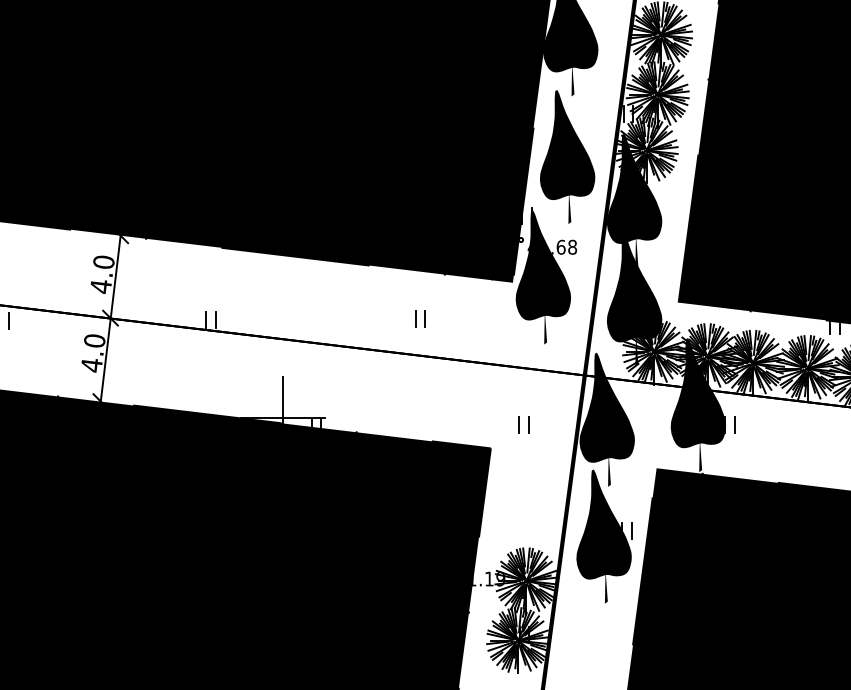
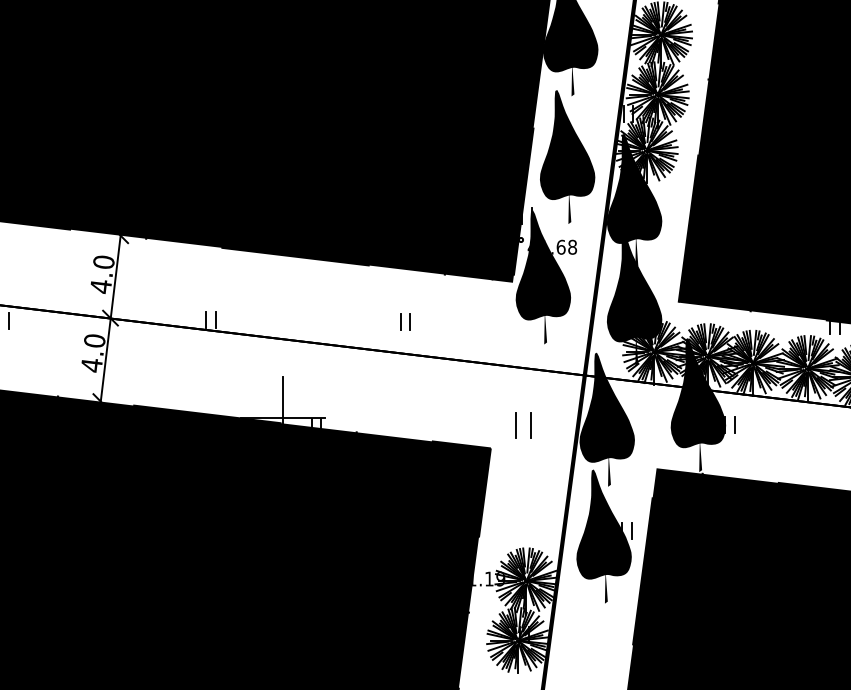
part at (420, 318) position: (420, 318) -> (405, 321)
part at (523, 424) size: 12x18 px -> 17x27 px
